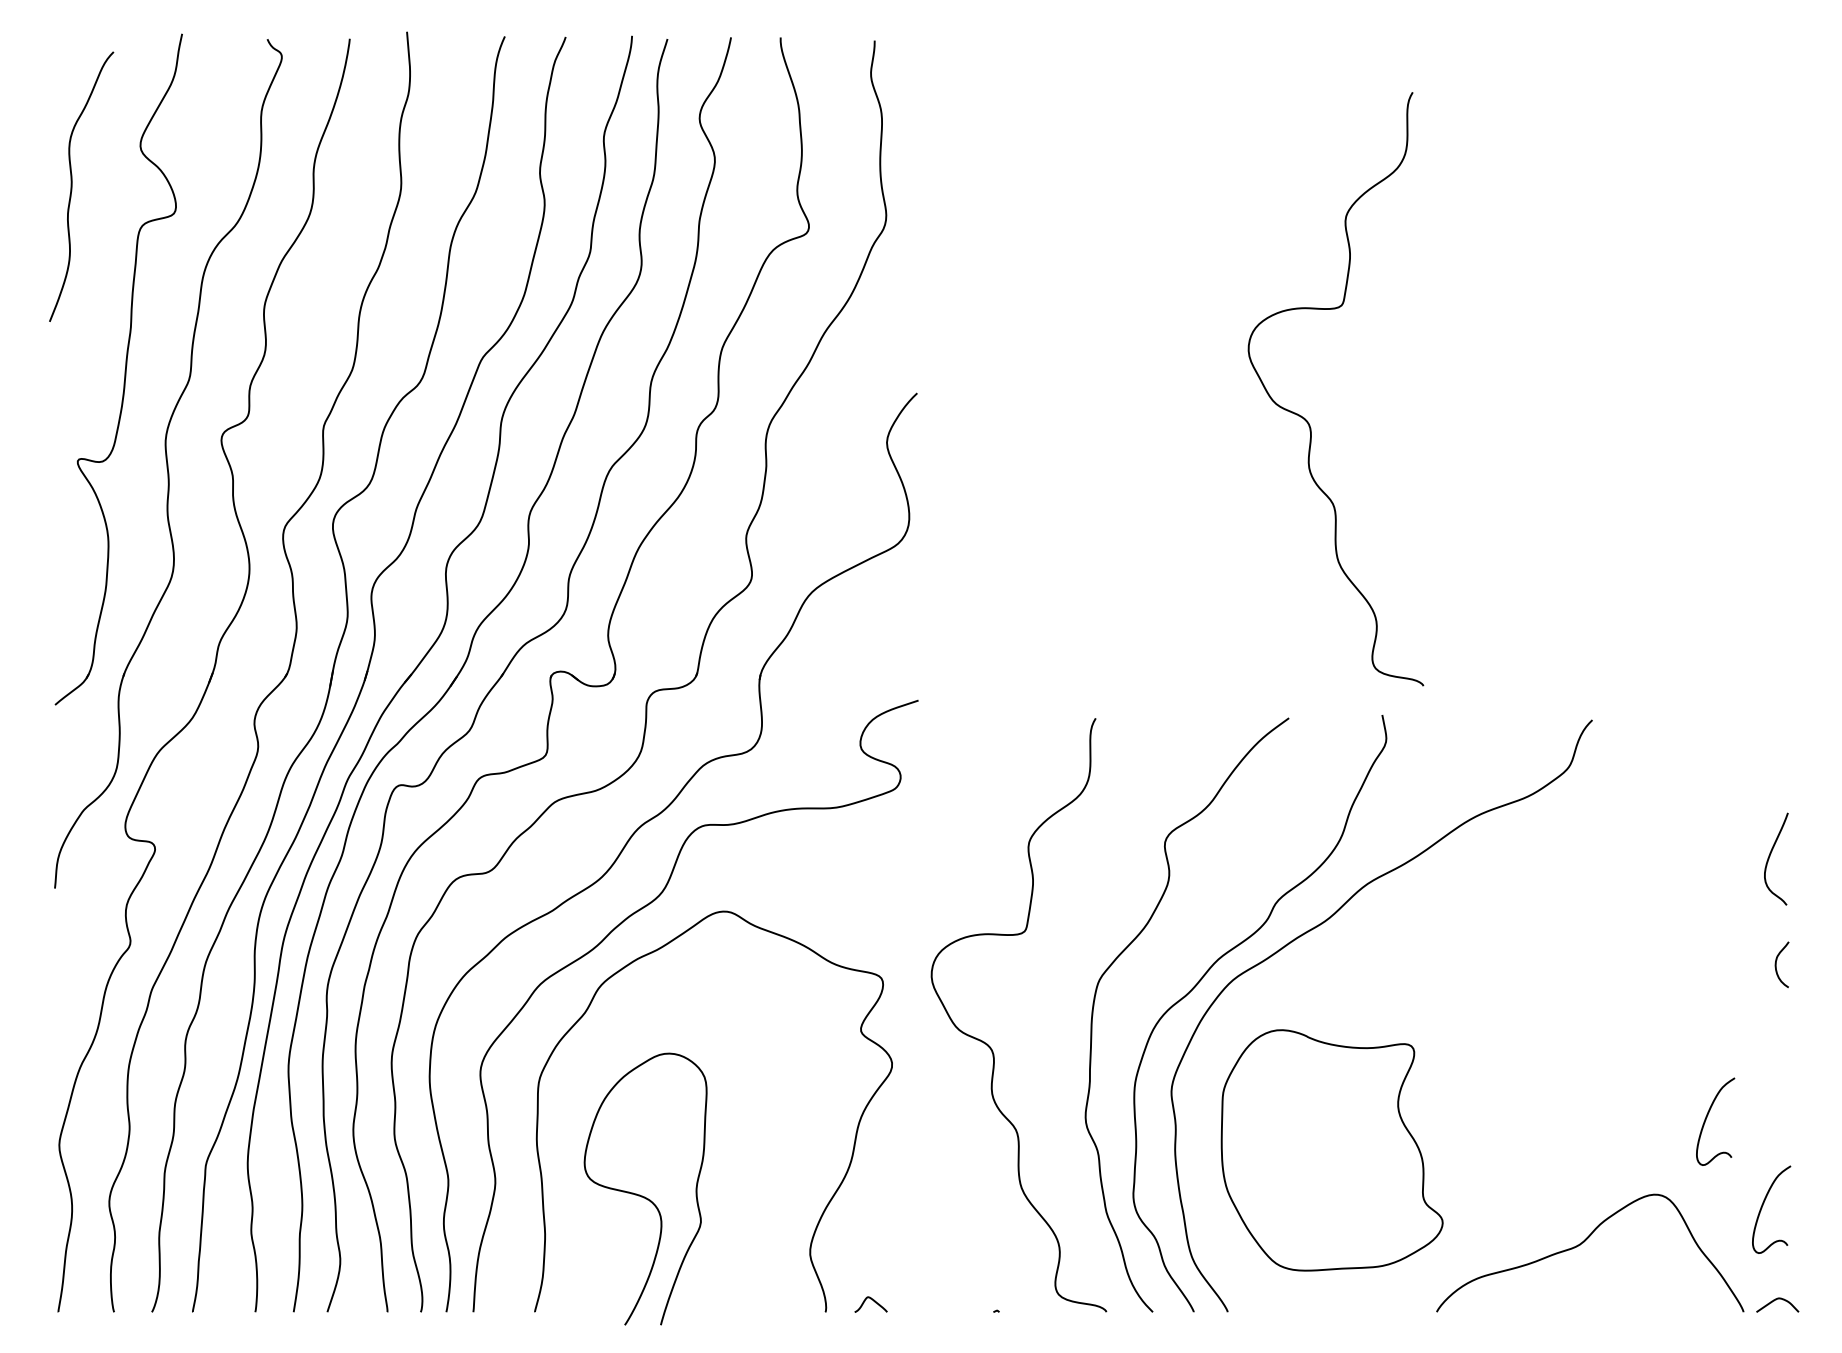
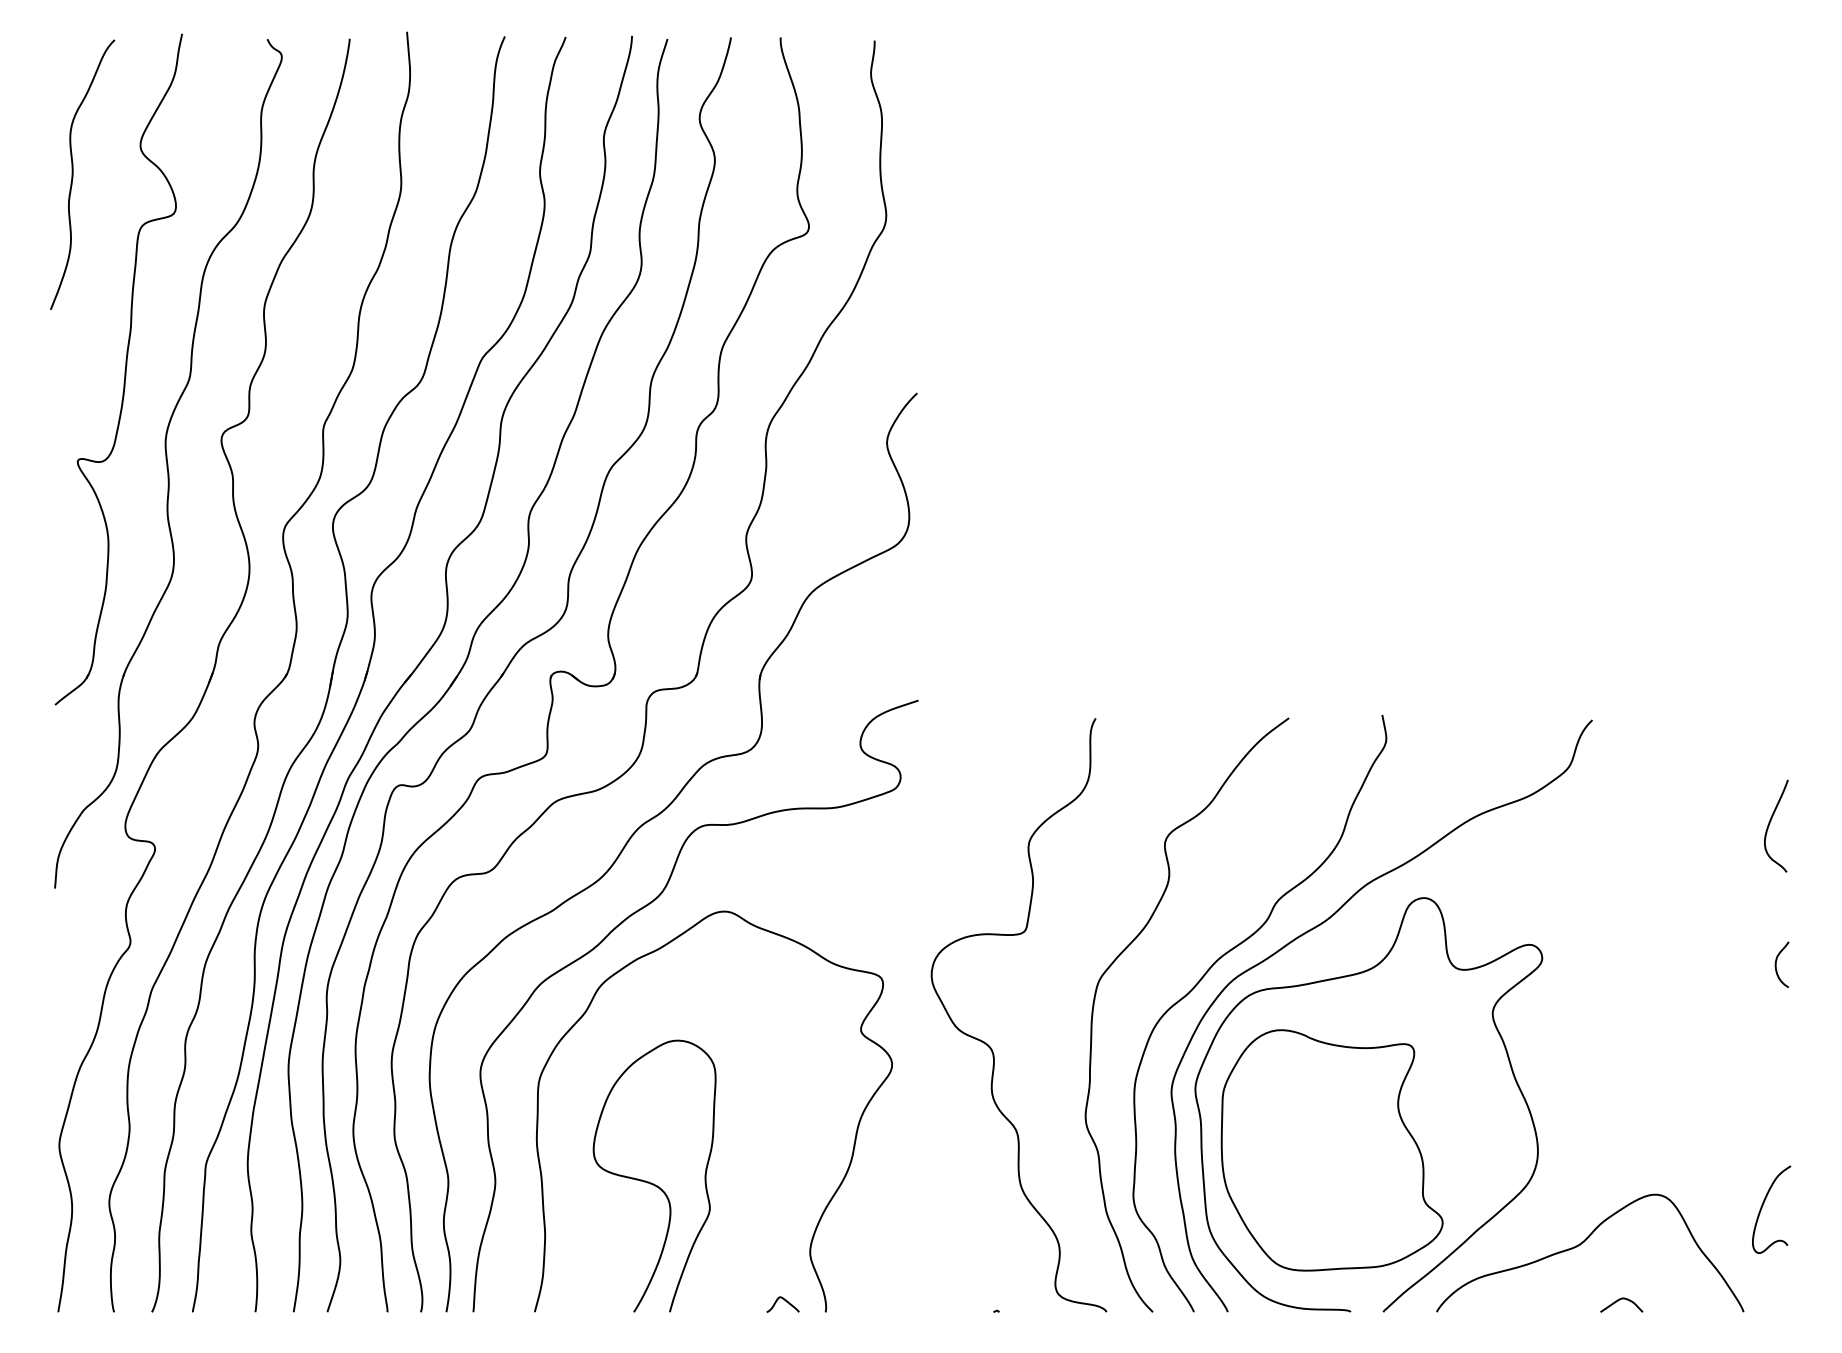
curve at (72, 186) position: (72, 186) -> (73, 174)
curve at (1305, 418): present -> none
curve at (1770, 856) position: (1770, 856) -> (1770, 823)
part at (1341, 978): none -> present
curve at (1707, 1117): present -> none
curve at (642, 1195) position: (642, 1195) -> (651, 1182)
curve at (1776, 1300) position: (1776, 1300) -> (1620, 1300)
curve at (873, 1301) position: (873, 1301) -> (785, 1301)
